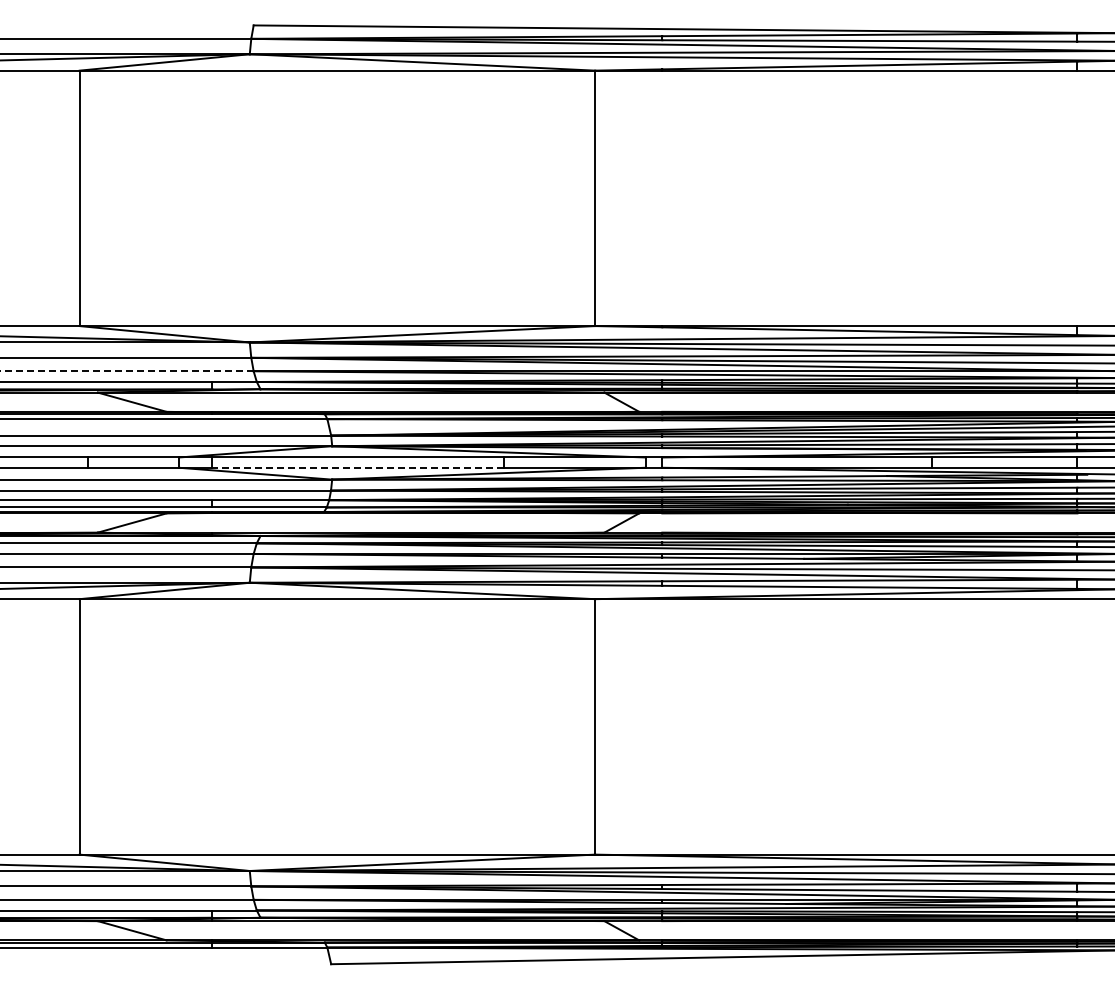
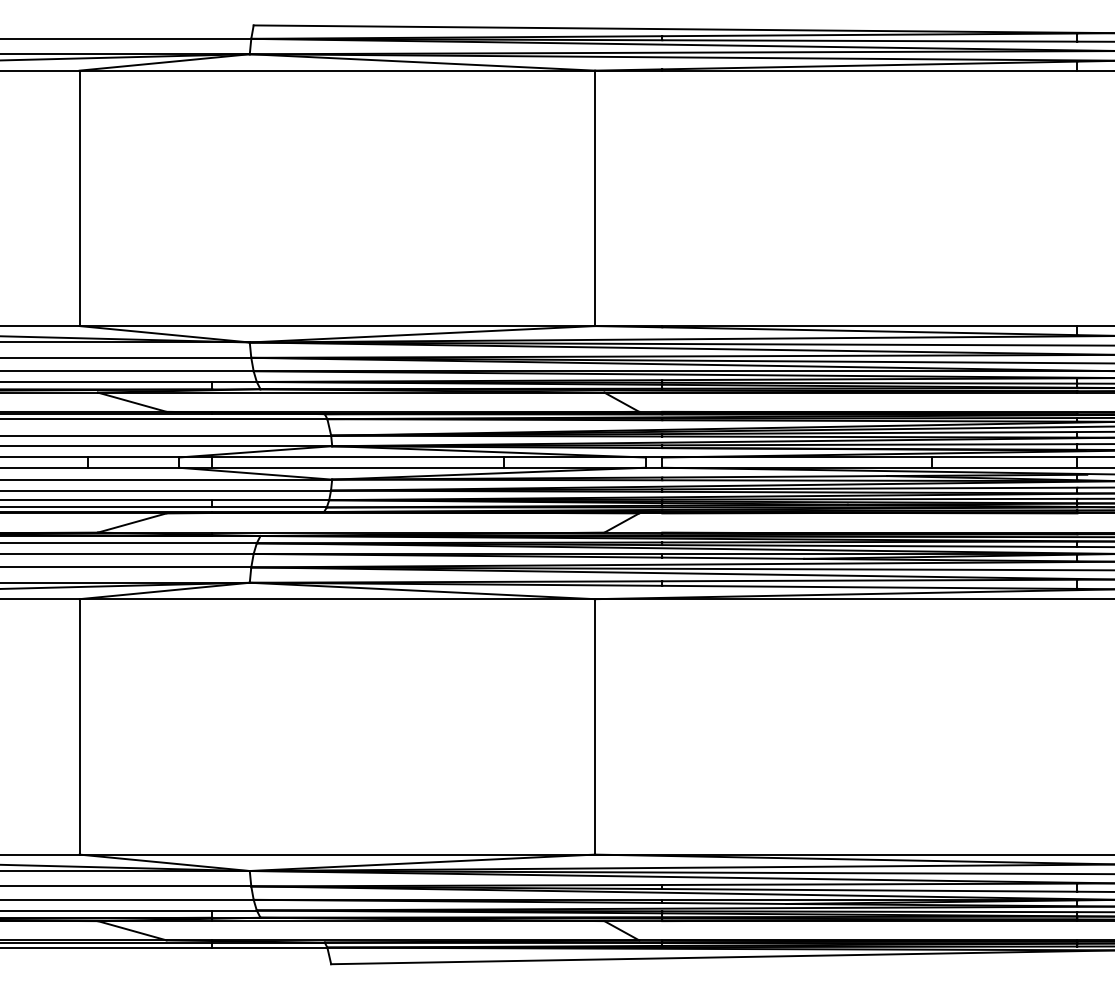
line at (126, 371): dashed -> solid
line at (358, 467): dashed -> solid
